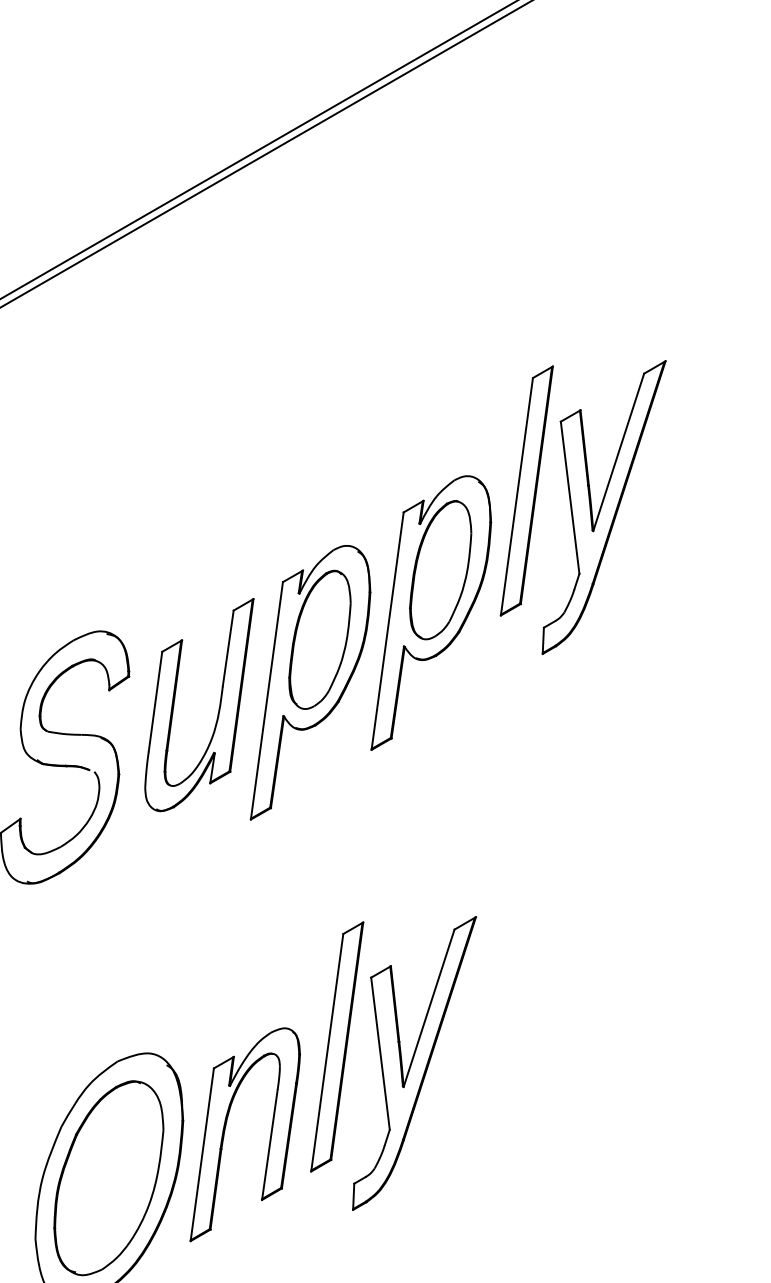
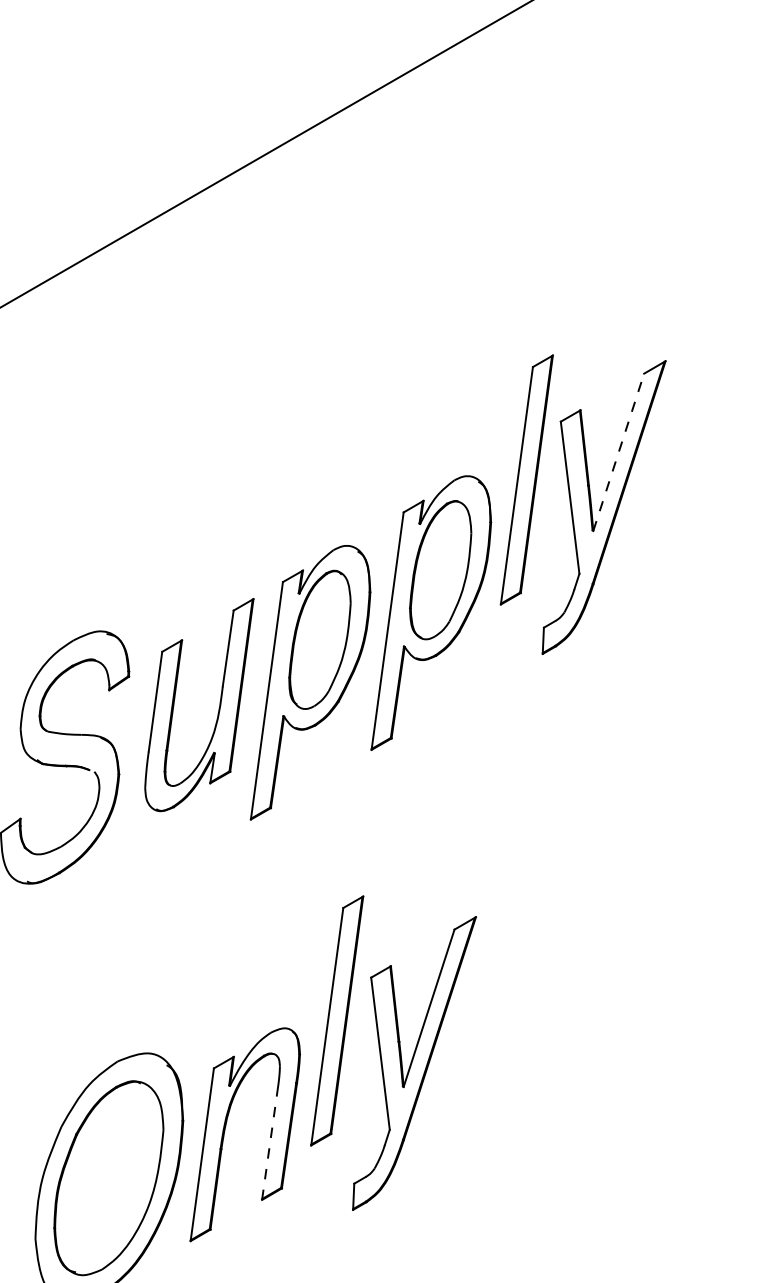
line at (258, 149): present -> none
line at (618, 452): solid -> dashed
part at (526, 490) position: (526, 490) -> (526, 479)
part at (337, 1046) position: (337, 1046) -> (337, 1020)
line at (269, 1145): solid -> dashed
